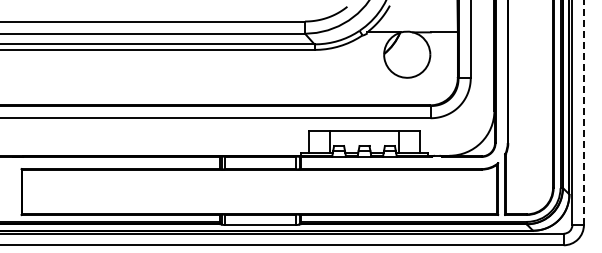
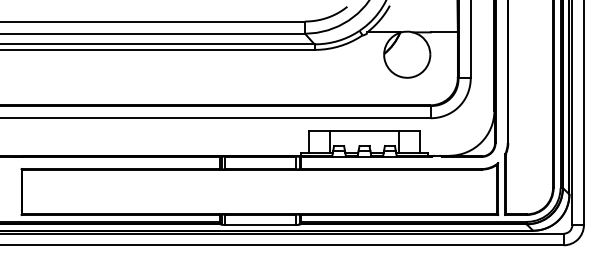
line at (583, 112): dashed -> solid
